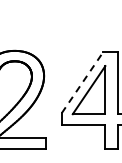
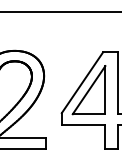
line at (60, 12): none -> present
line at (82, 82): dashed -> solid
